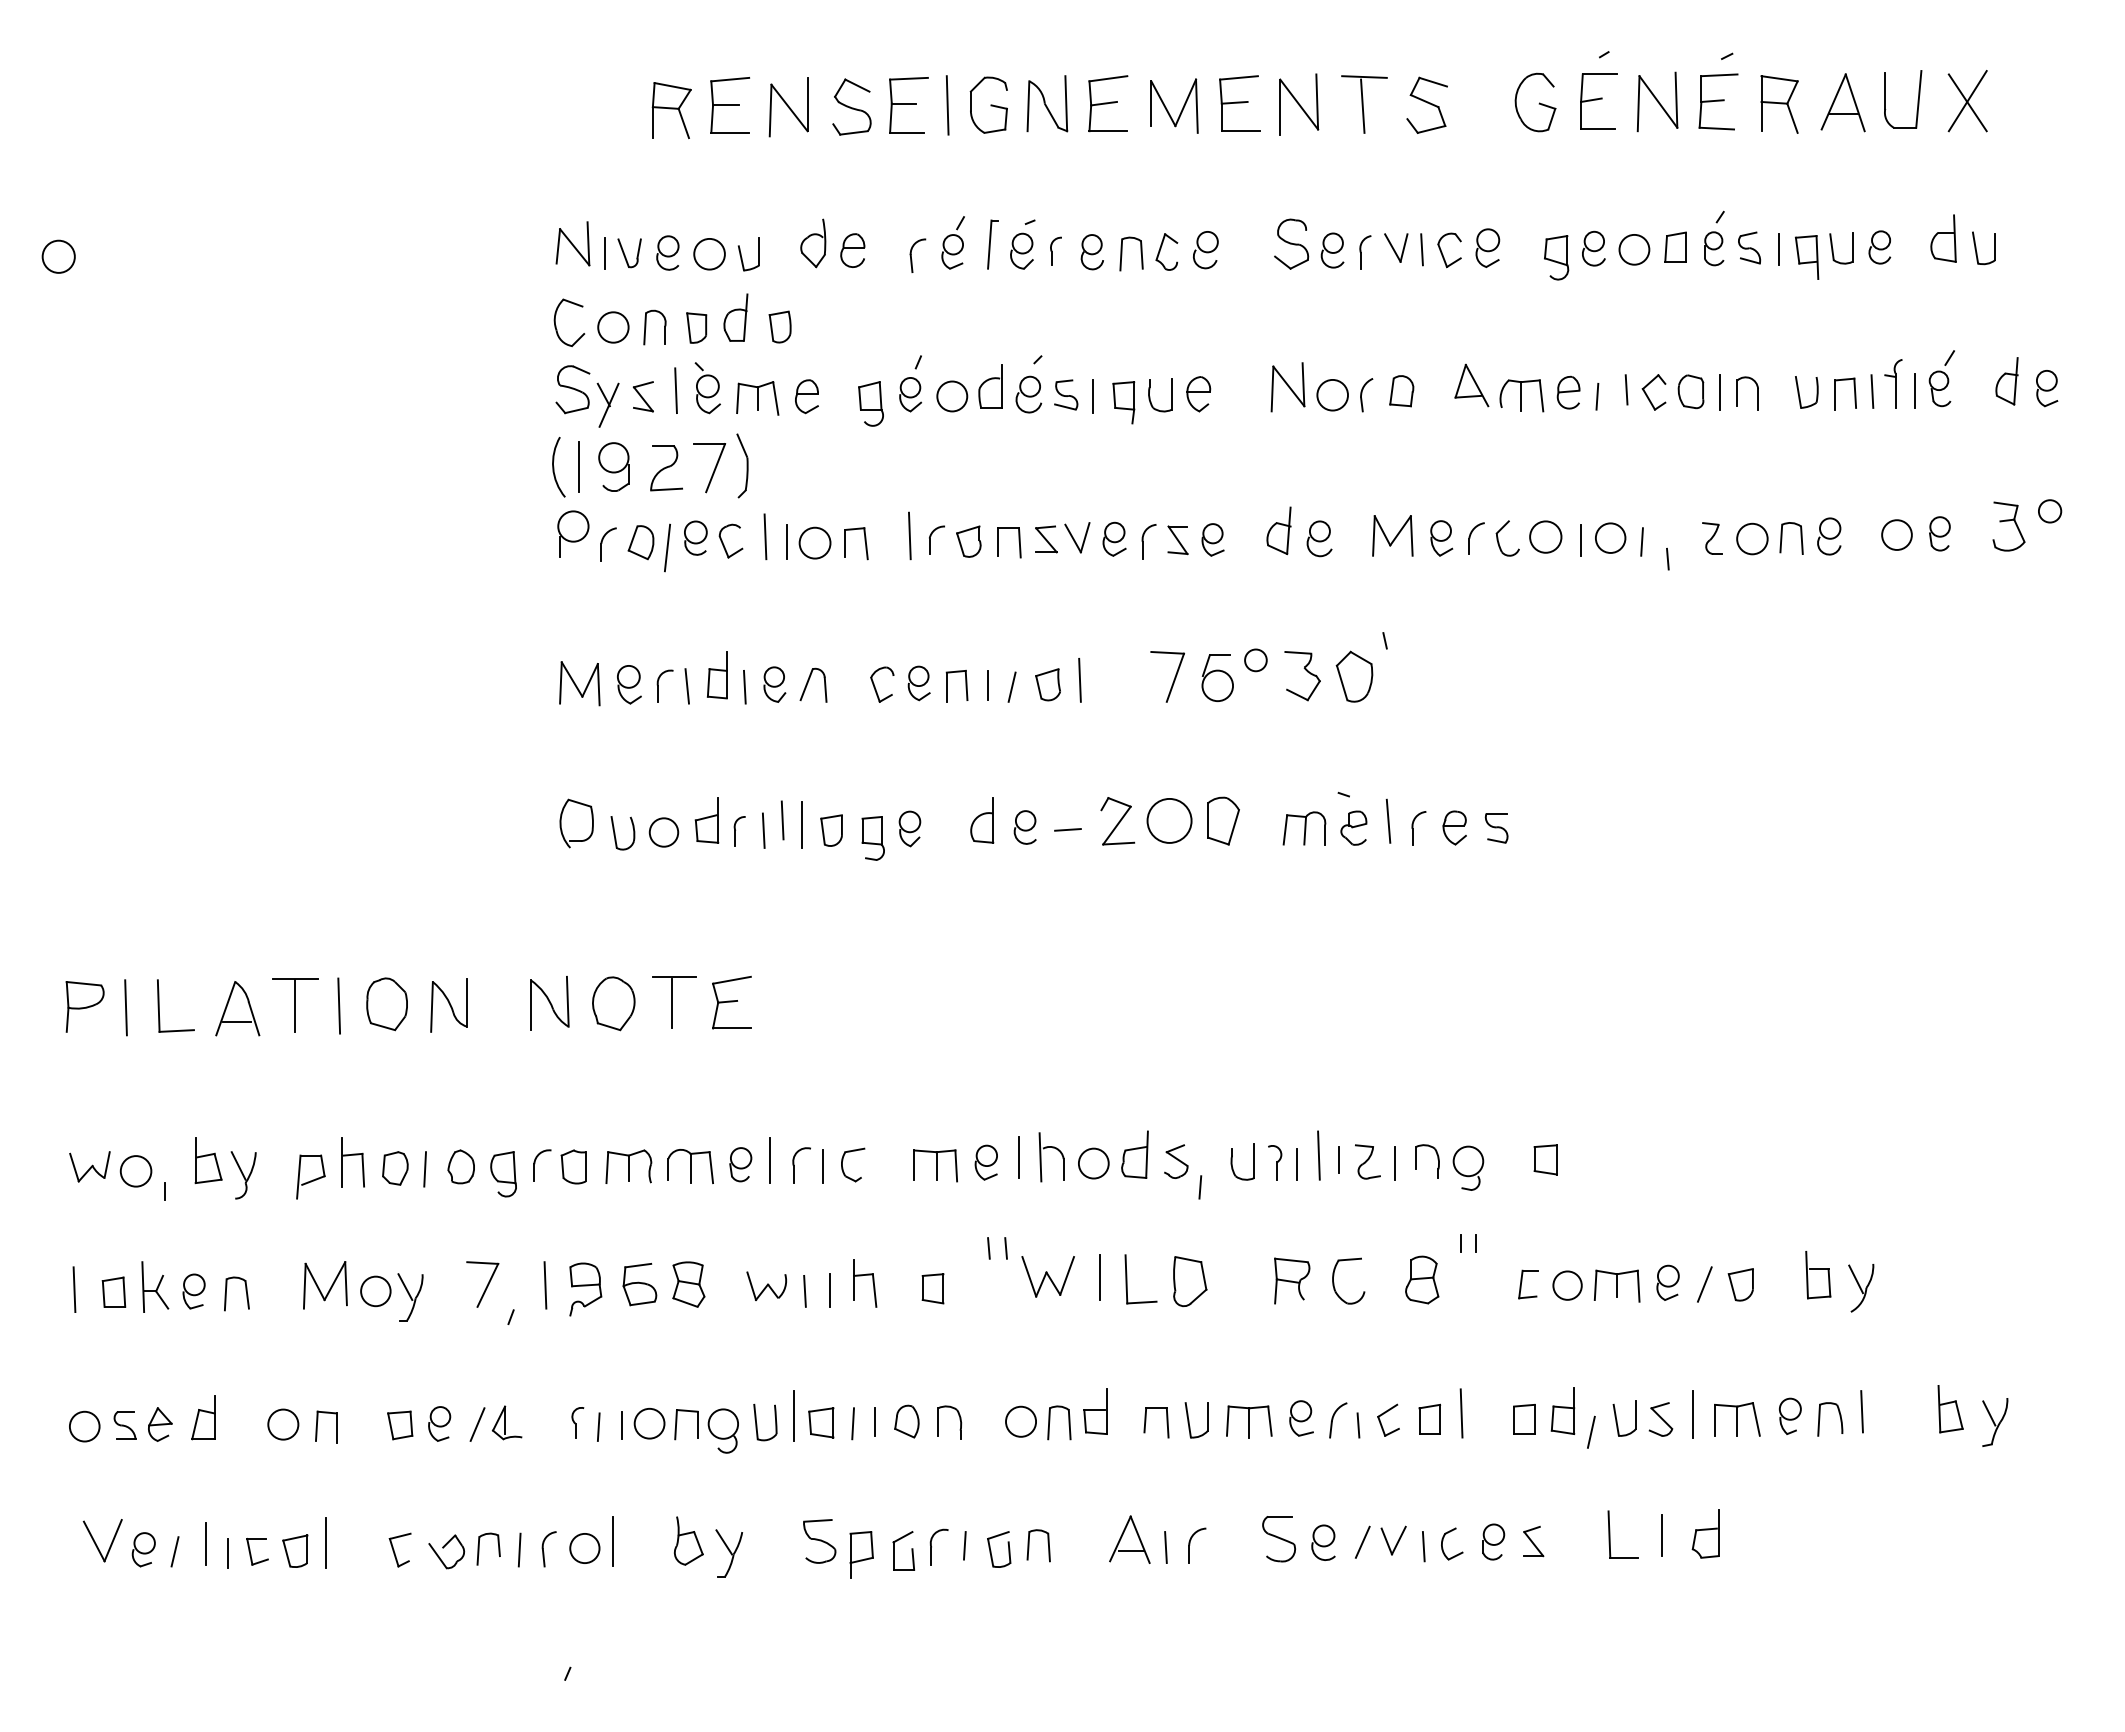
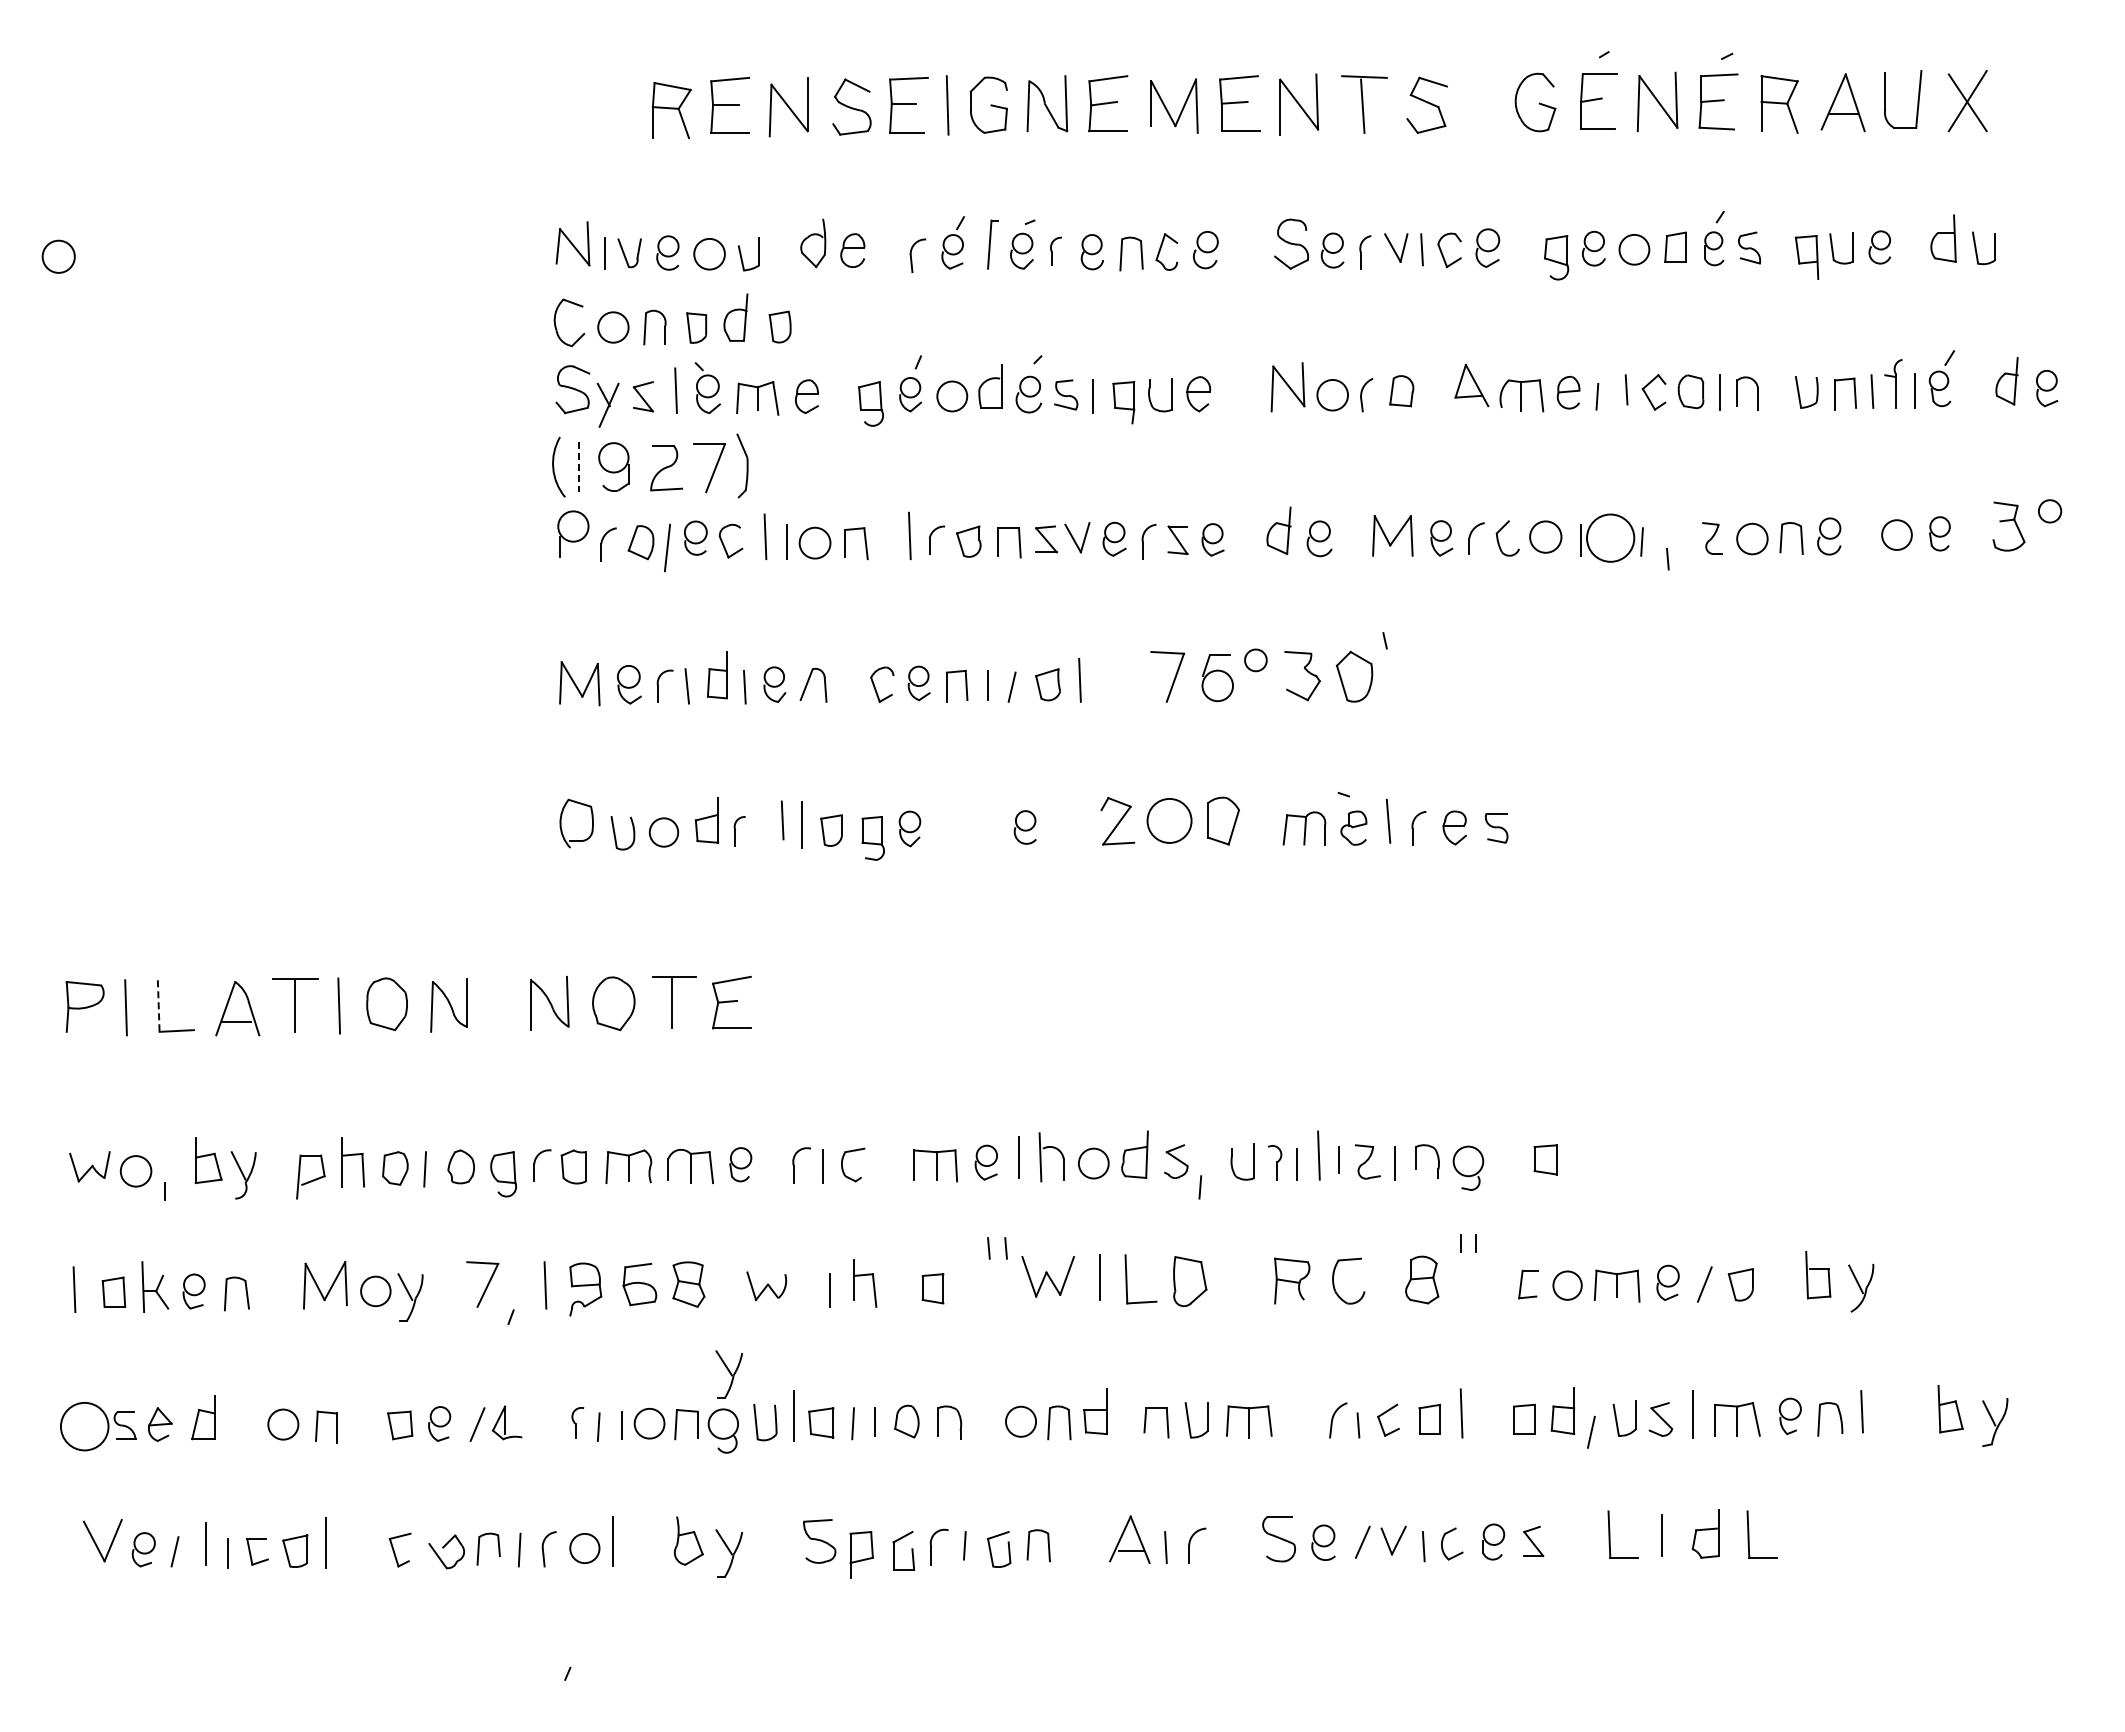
line at (1778, 249): present -> none
line at (578, 467): solid -> dashed
circle at (1610, 537) diameter: 30 px -> 47 px
part at (982, 820): present -> none
line at (1067, 829): present -> none
line at (763, 830): present -> none
line at (158, 1006): solid -> dashed
line at (769, 1160): present -> none
line at (804, 1290): present -> none
part at (728, 1374): none -> present
part at (1301, 1418): present -> none
circle at (84, 1426) diameter: 30 px -> 48 px
part at (1749, 1534): none -> present
